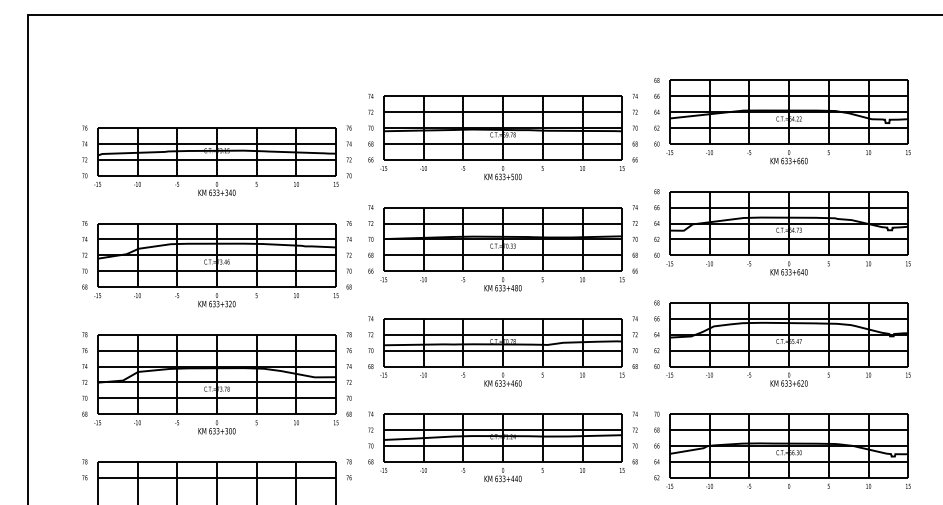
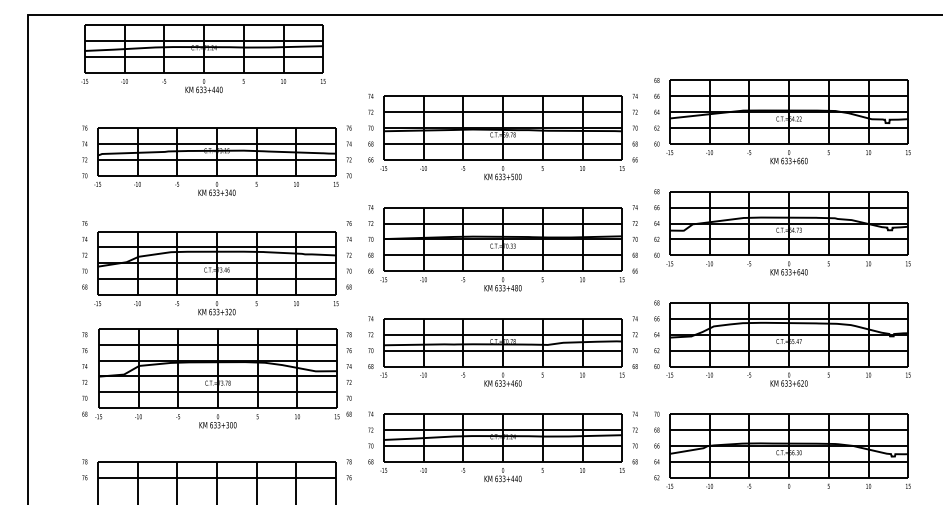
part at (203, 58): none -> present
part at (216, 265) position: (216, 265) -> (216, 273)
part at (216, 384) position: (216, 384) -> (217, 378)
